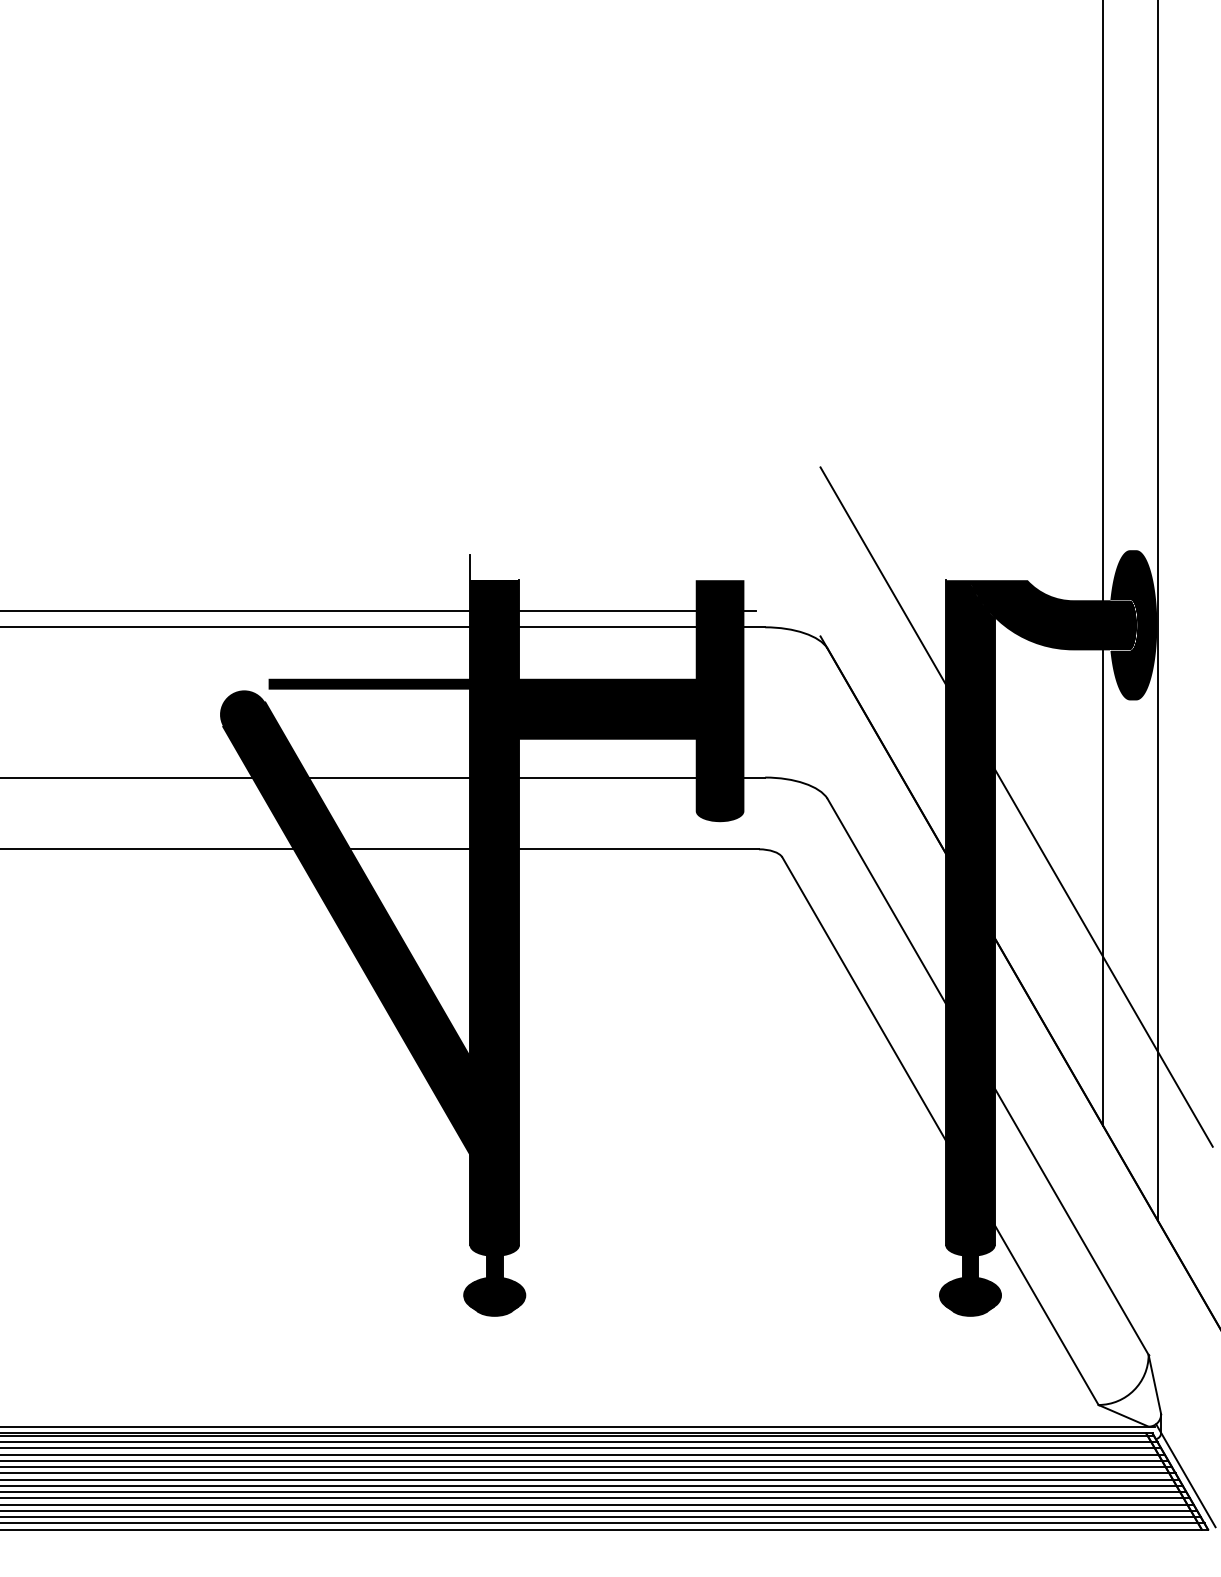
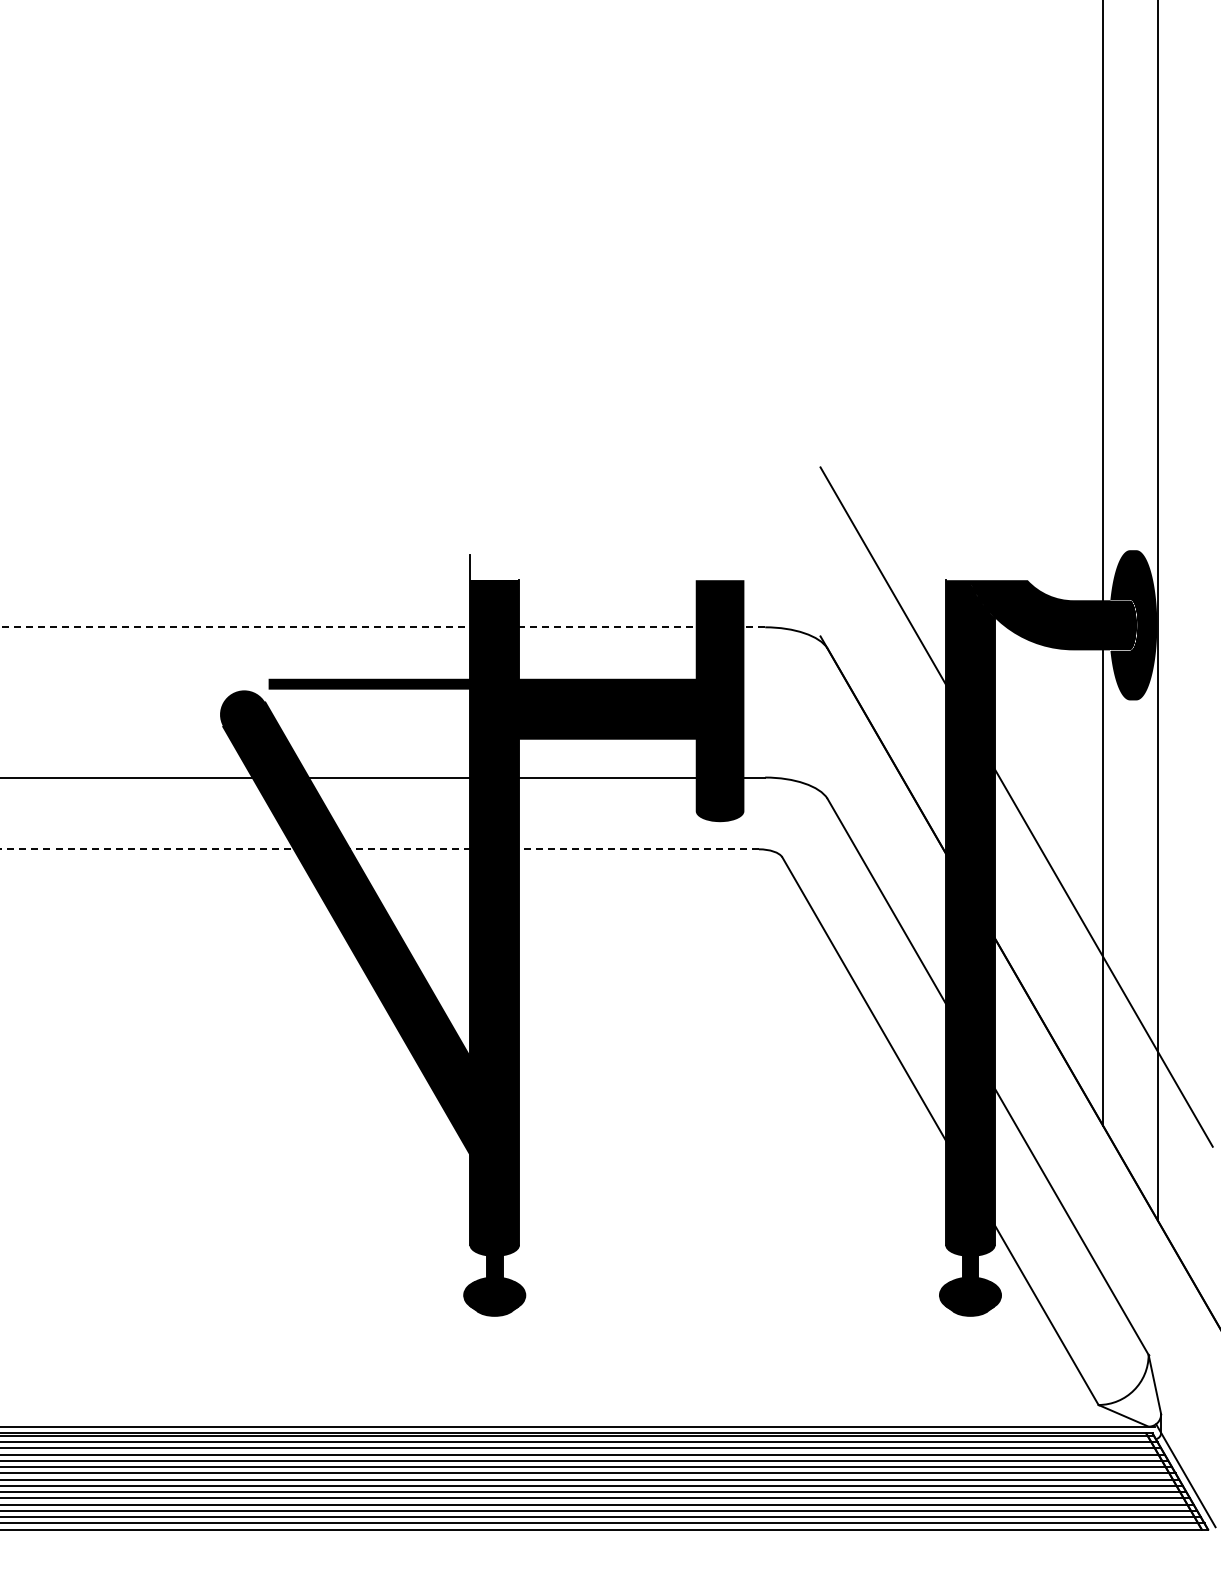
line at (378, 611): present -> none
line at (382, 627): solid -> dashed
line at (379, 849): solid -> dashed
